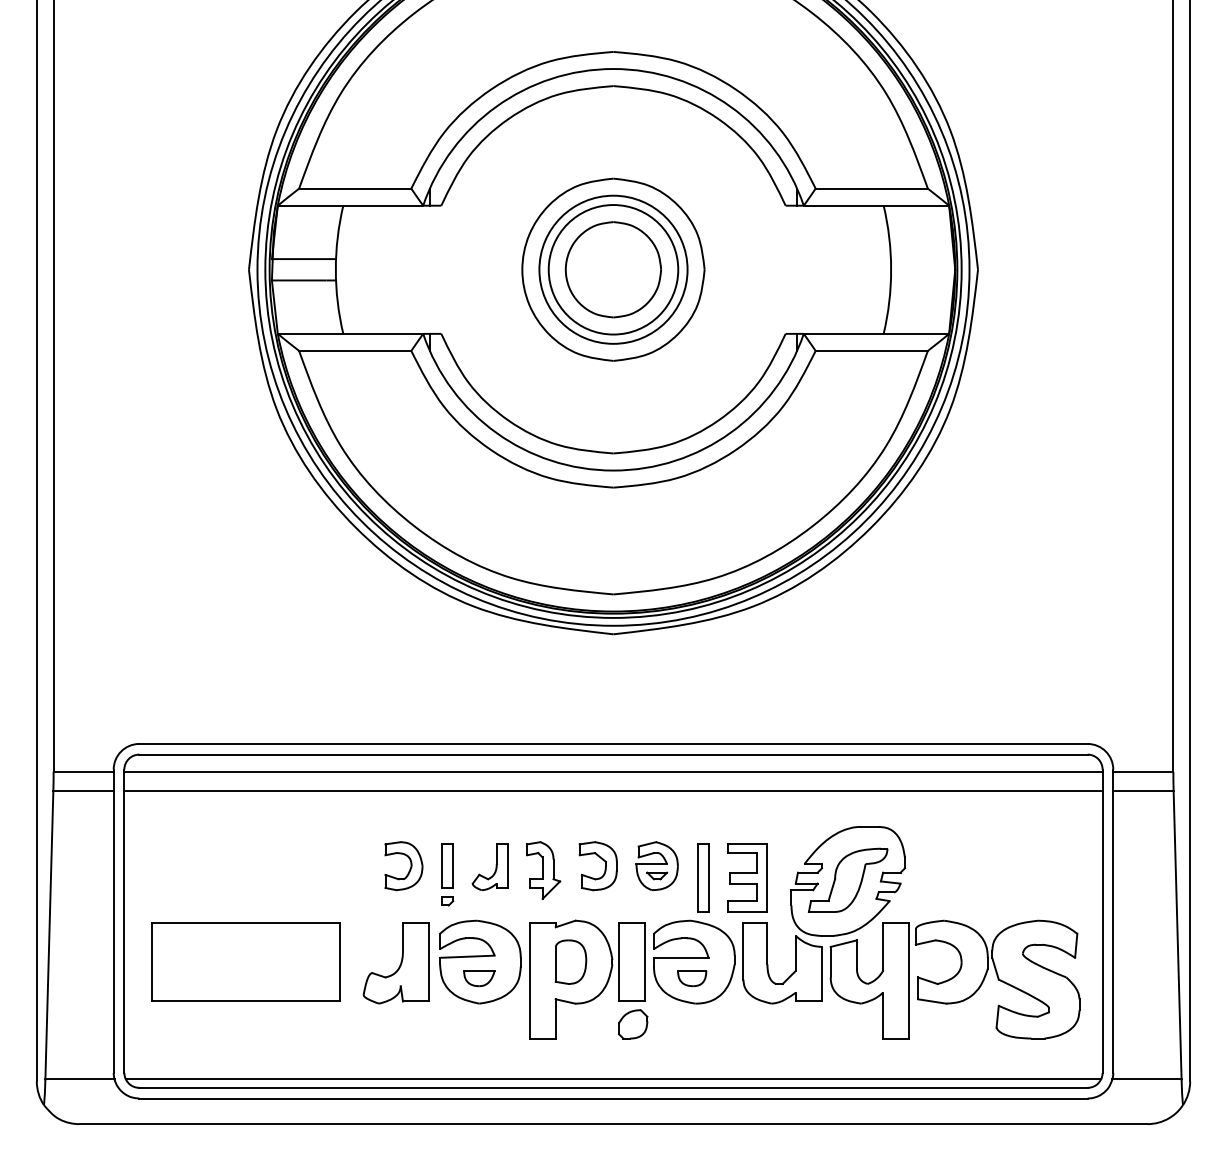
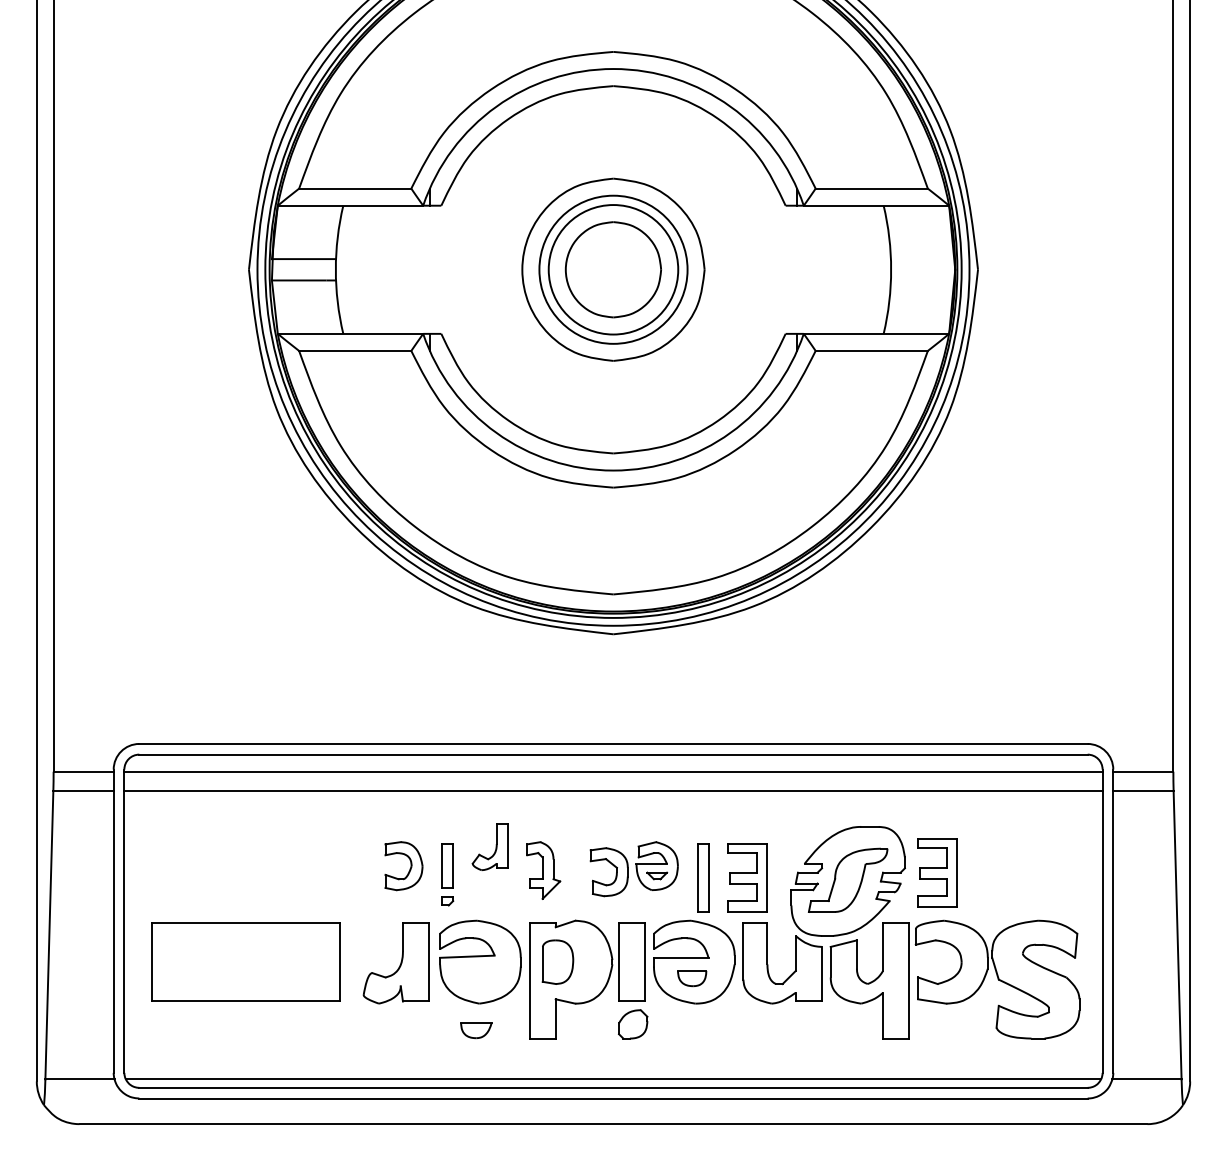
part at (489, 866) position: (489, 866) -> (489, 846)
part at (604, 868) position: (604, 868) -> (615, 874)
part at (937, 872): none -> present
part at (570, 961) position: (570, 961) -> (557, 961)
part at (479, 978) position: (479, 978) -> (476, 1030)
